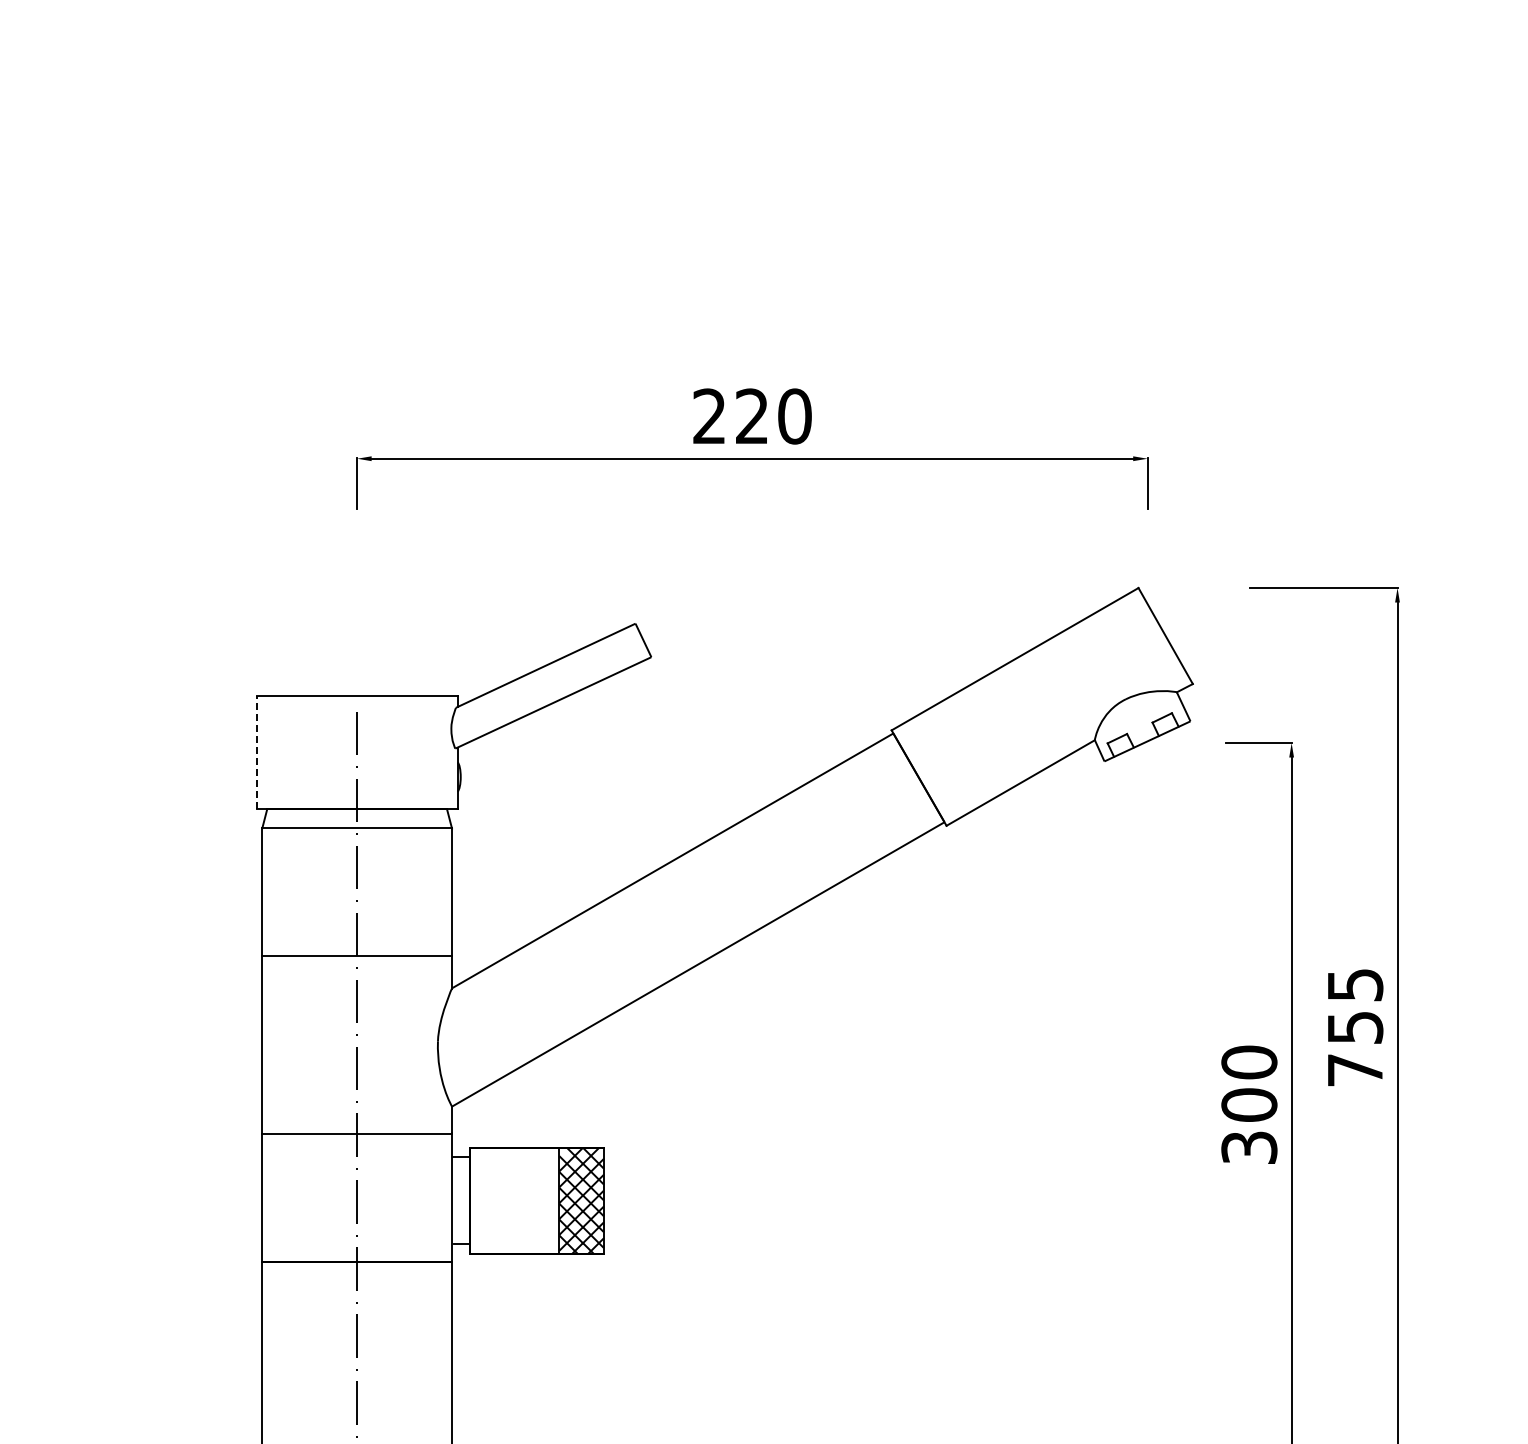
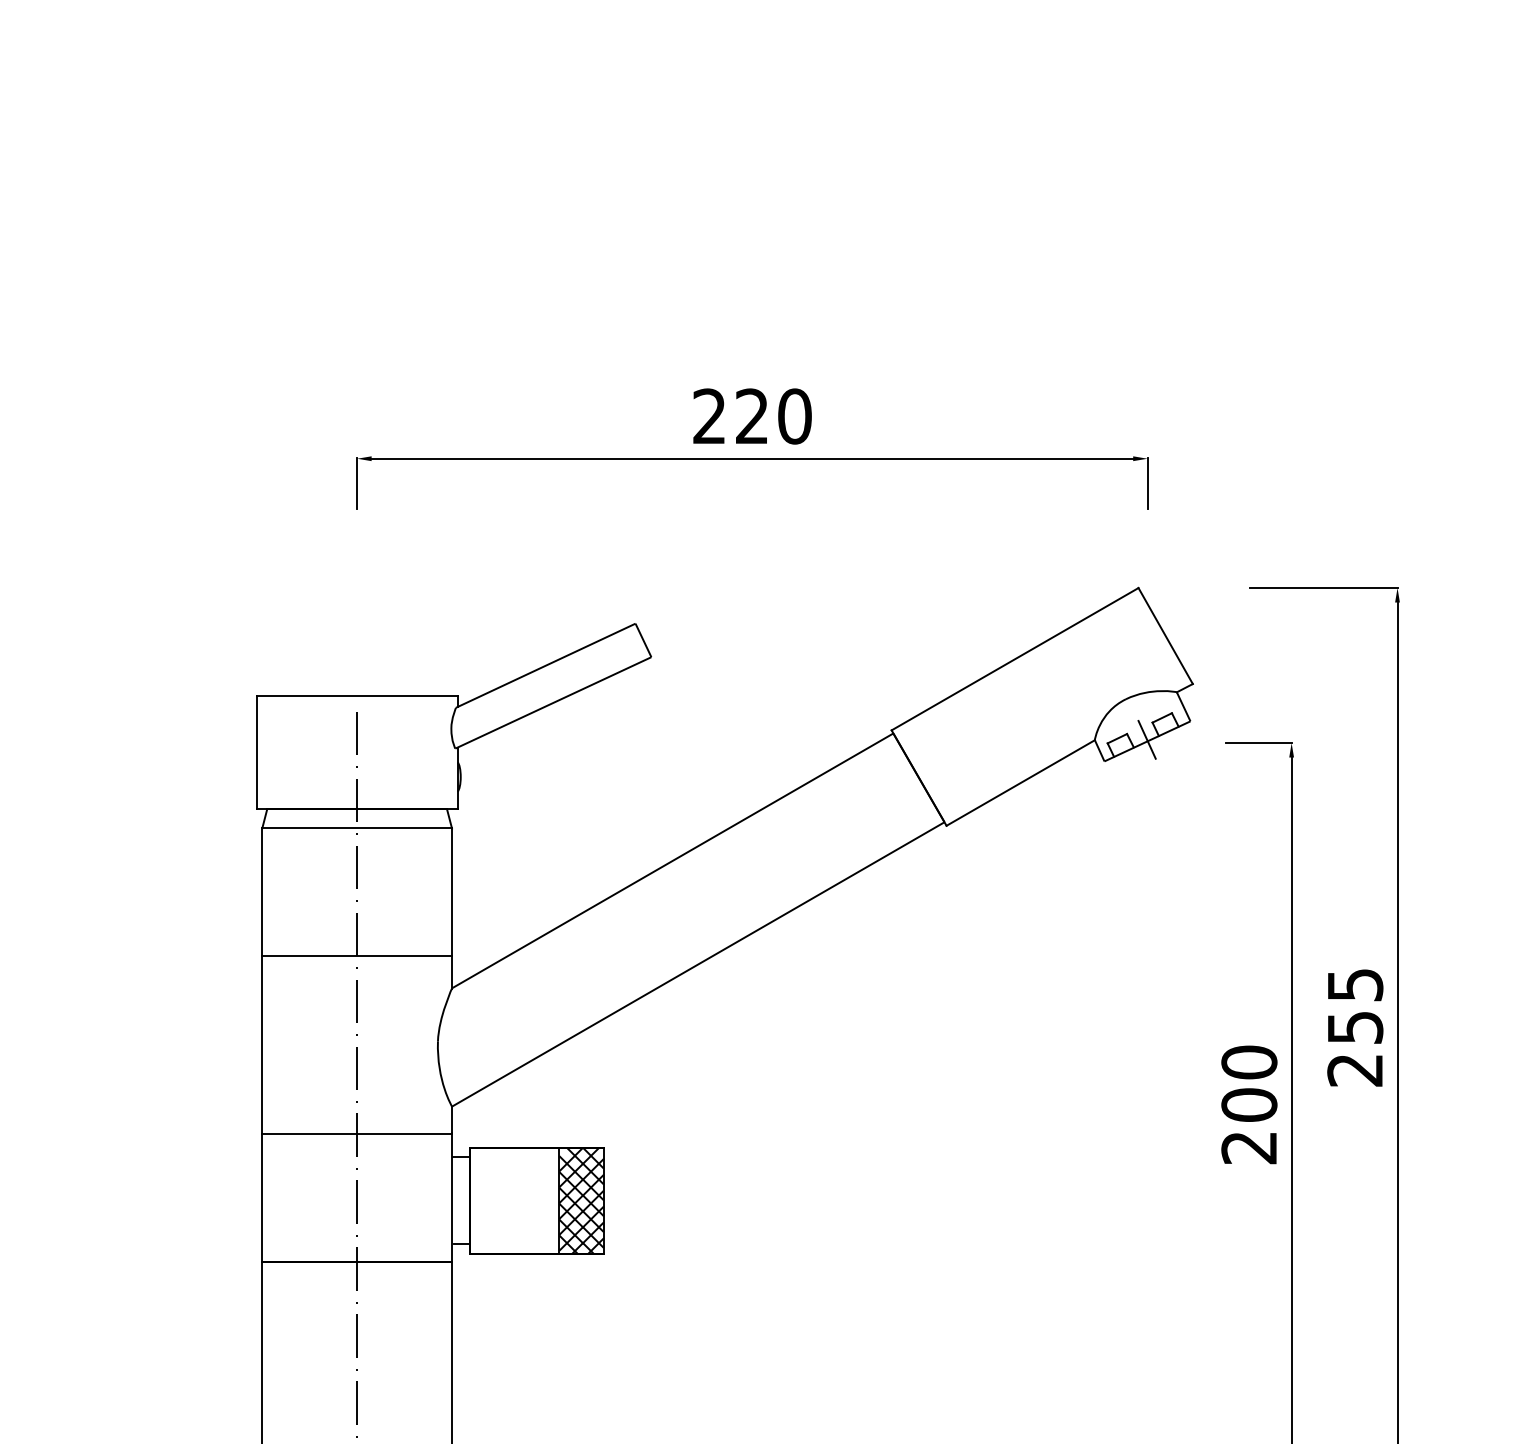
line at (1148, 742): none -> present
line at (256, 752): dashed -> solid
text at (1354, 1070): 755 -> 255
text at (1249, 1147): 300 -> 200
